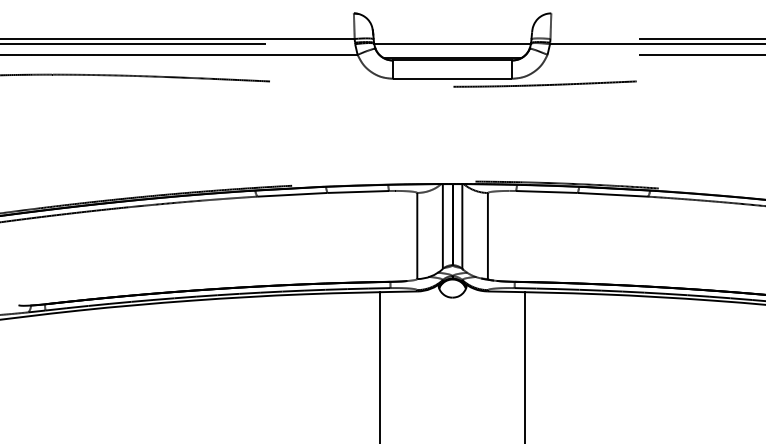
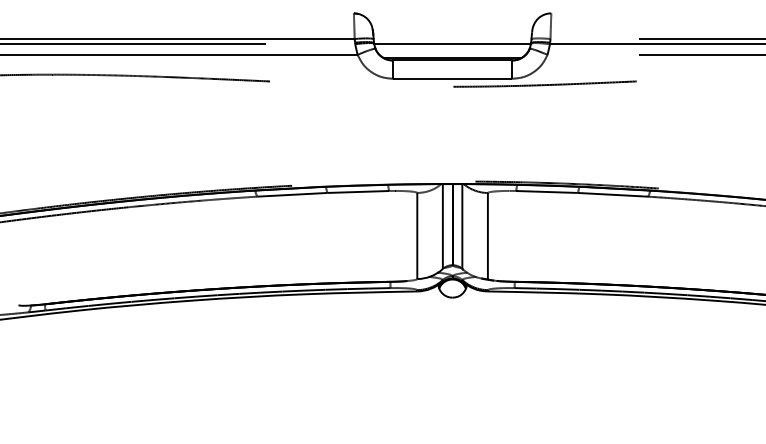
line at (379, 365): present -> none
line at (525, 366): present -> none
